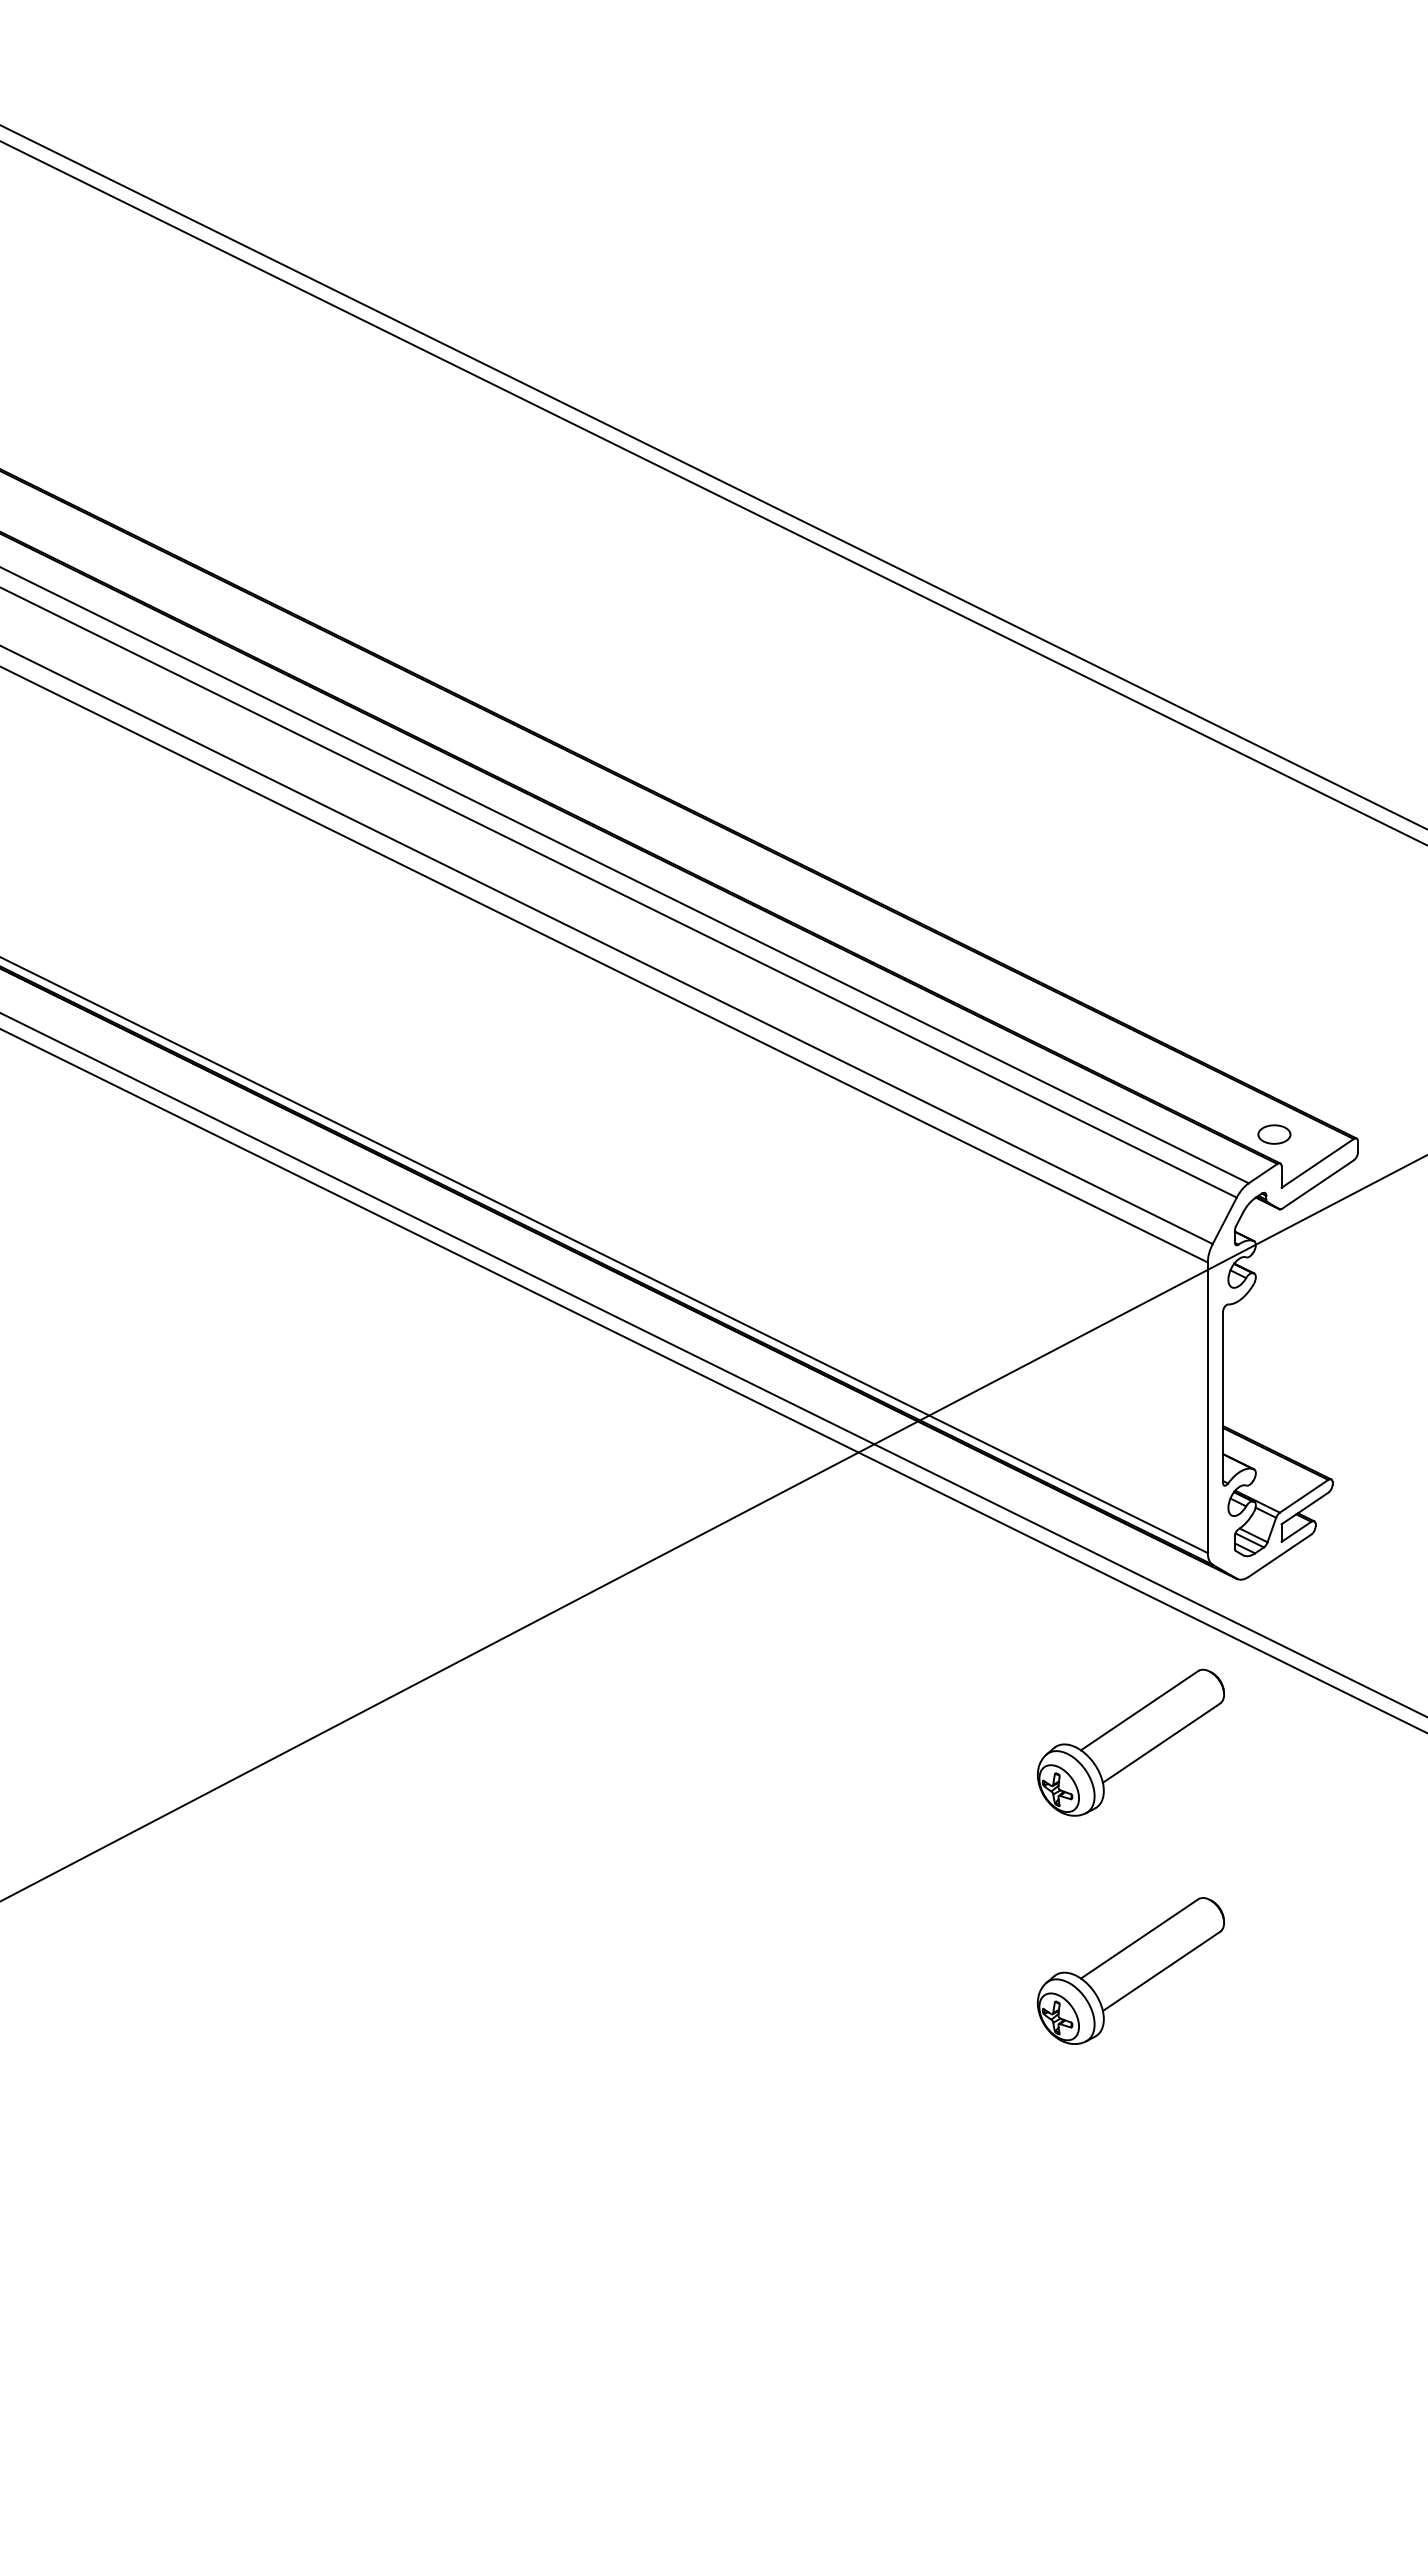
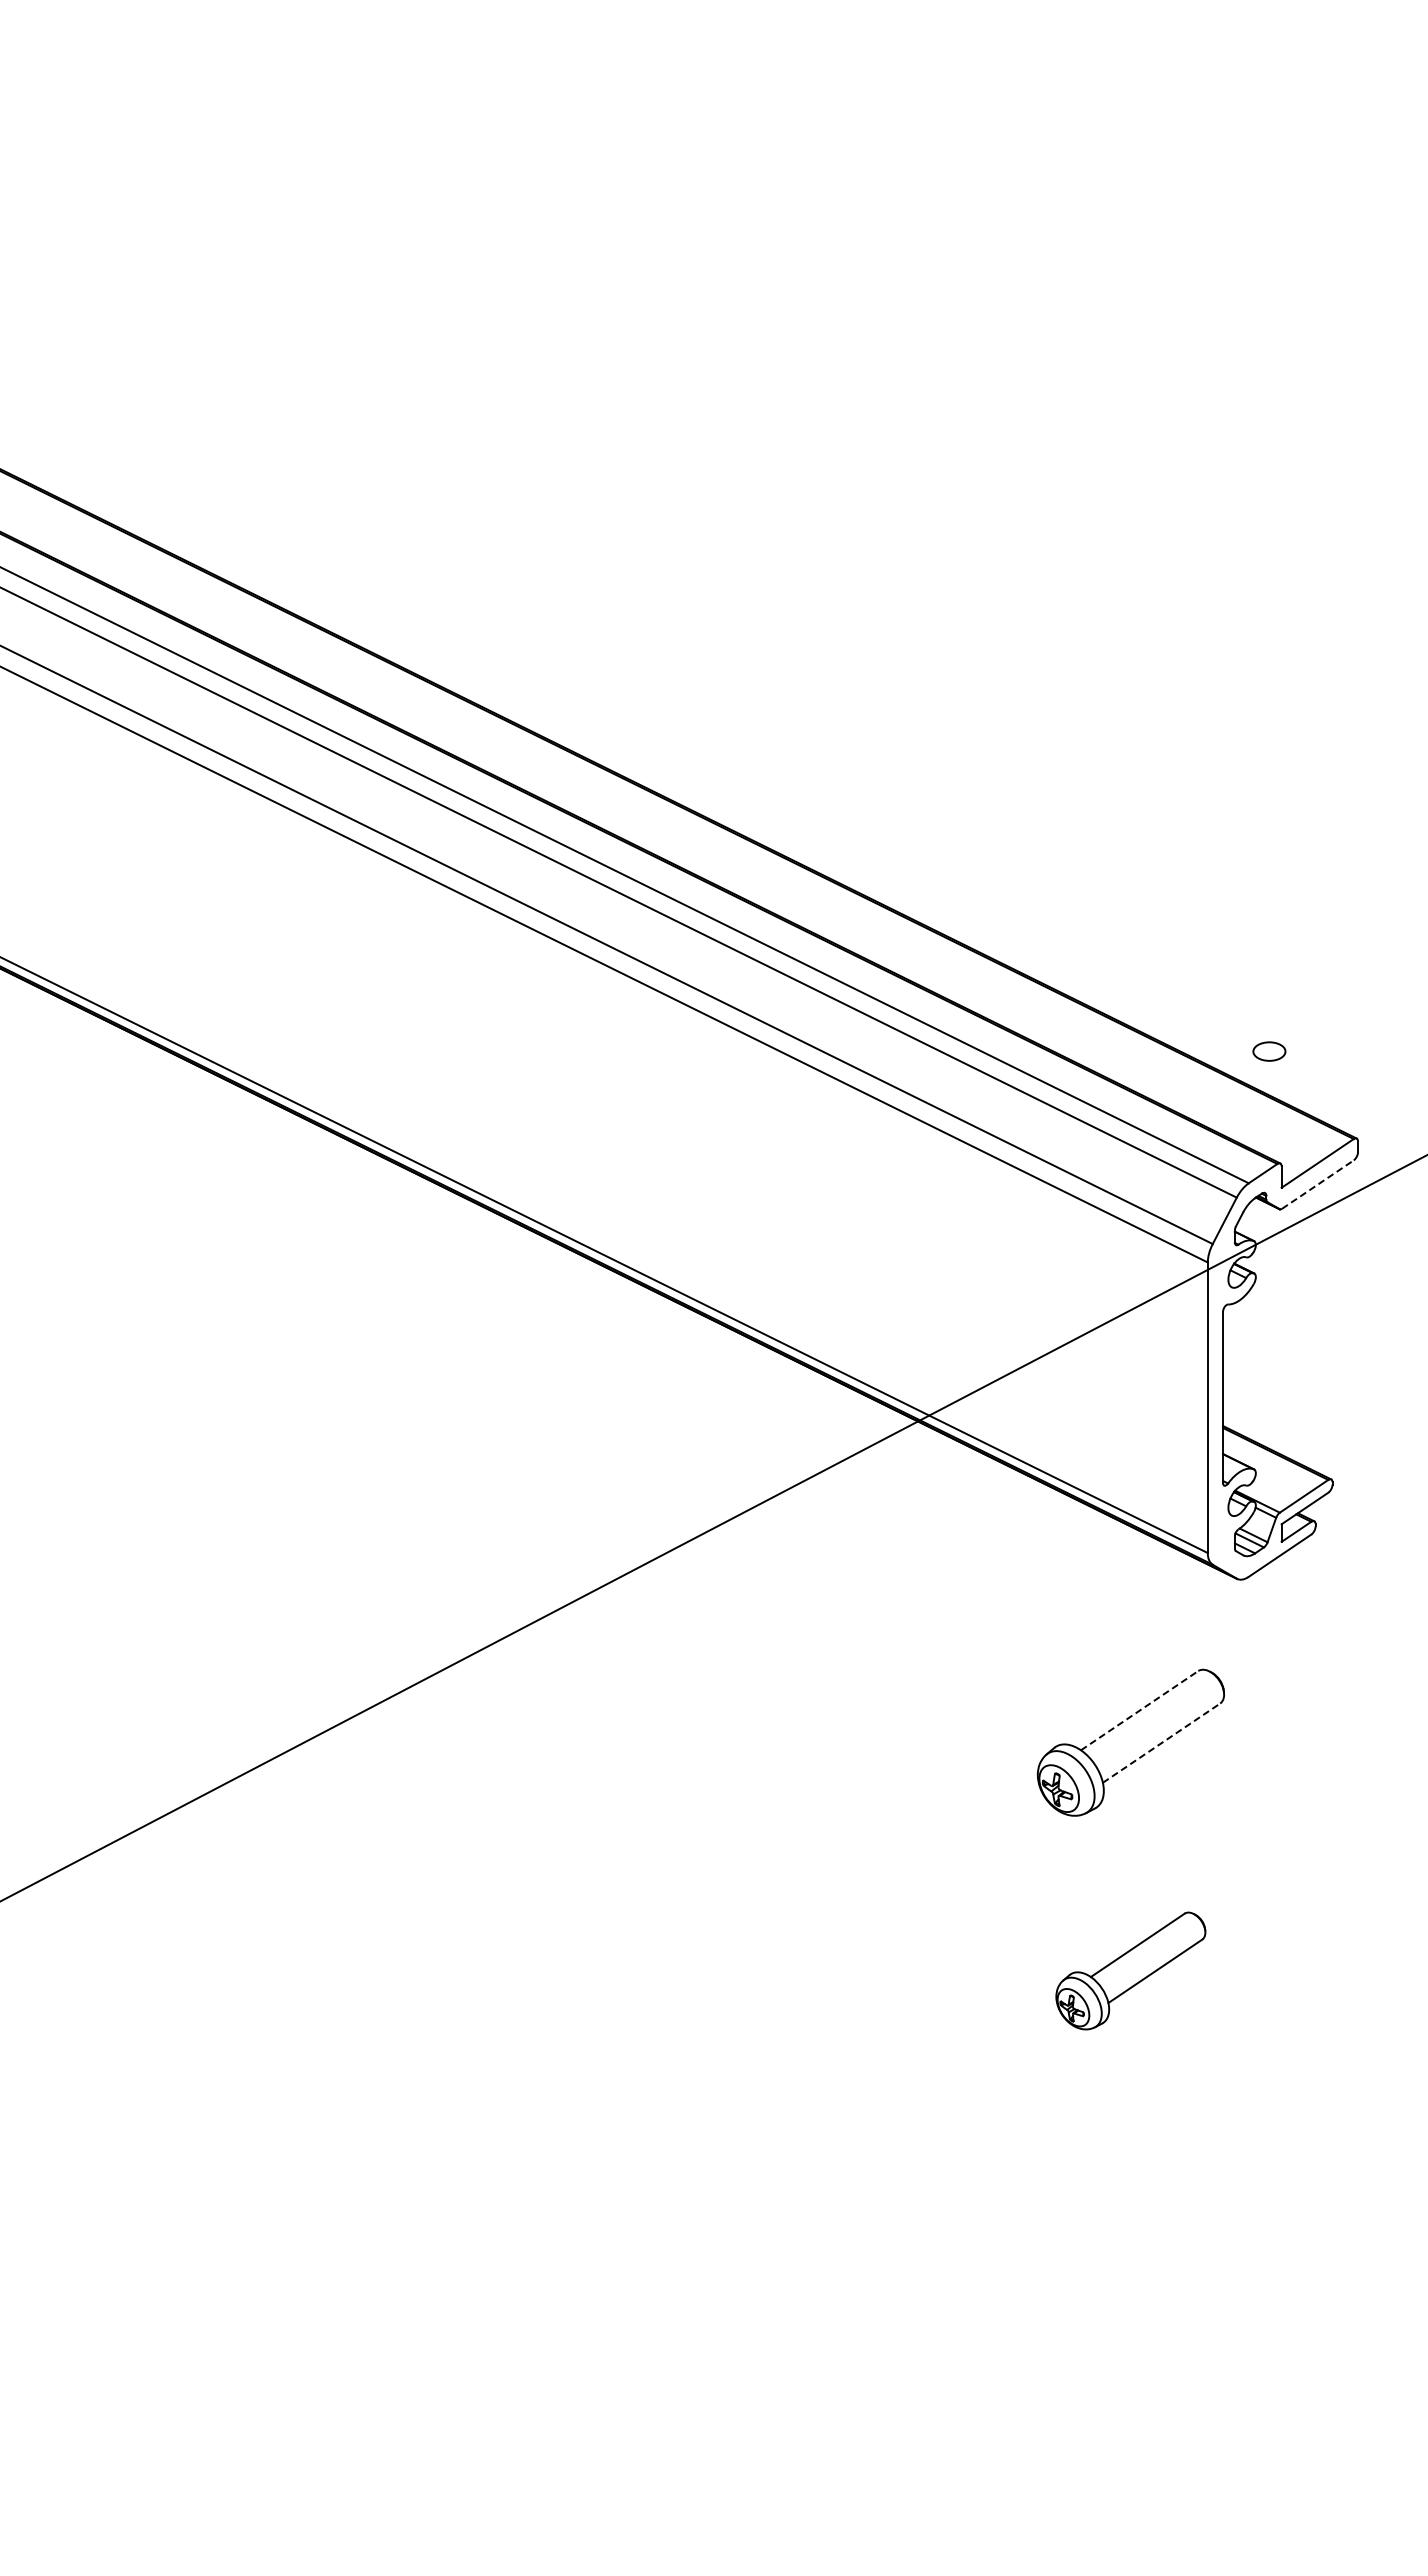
line at (713, 476): present -> none
line at (713, 492): present -> none
part at (1274, 1134) position: (1274, 1134) -> (1269, 1051)
line at (1318, 1184): solid -> dashed
line at (713, 1364): present -> none
line at (713, 1380): present -> none
line at (1139, 1710): solid -> dashed
line at (1161, 1743): solid -> dashed
part at (1130, 1970) size: 189x148 px -> 152x120 px
